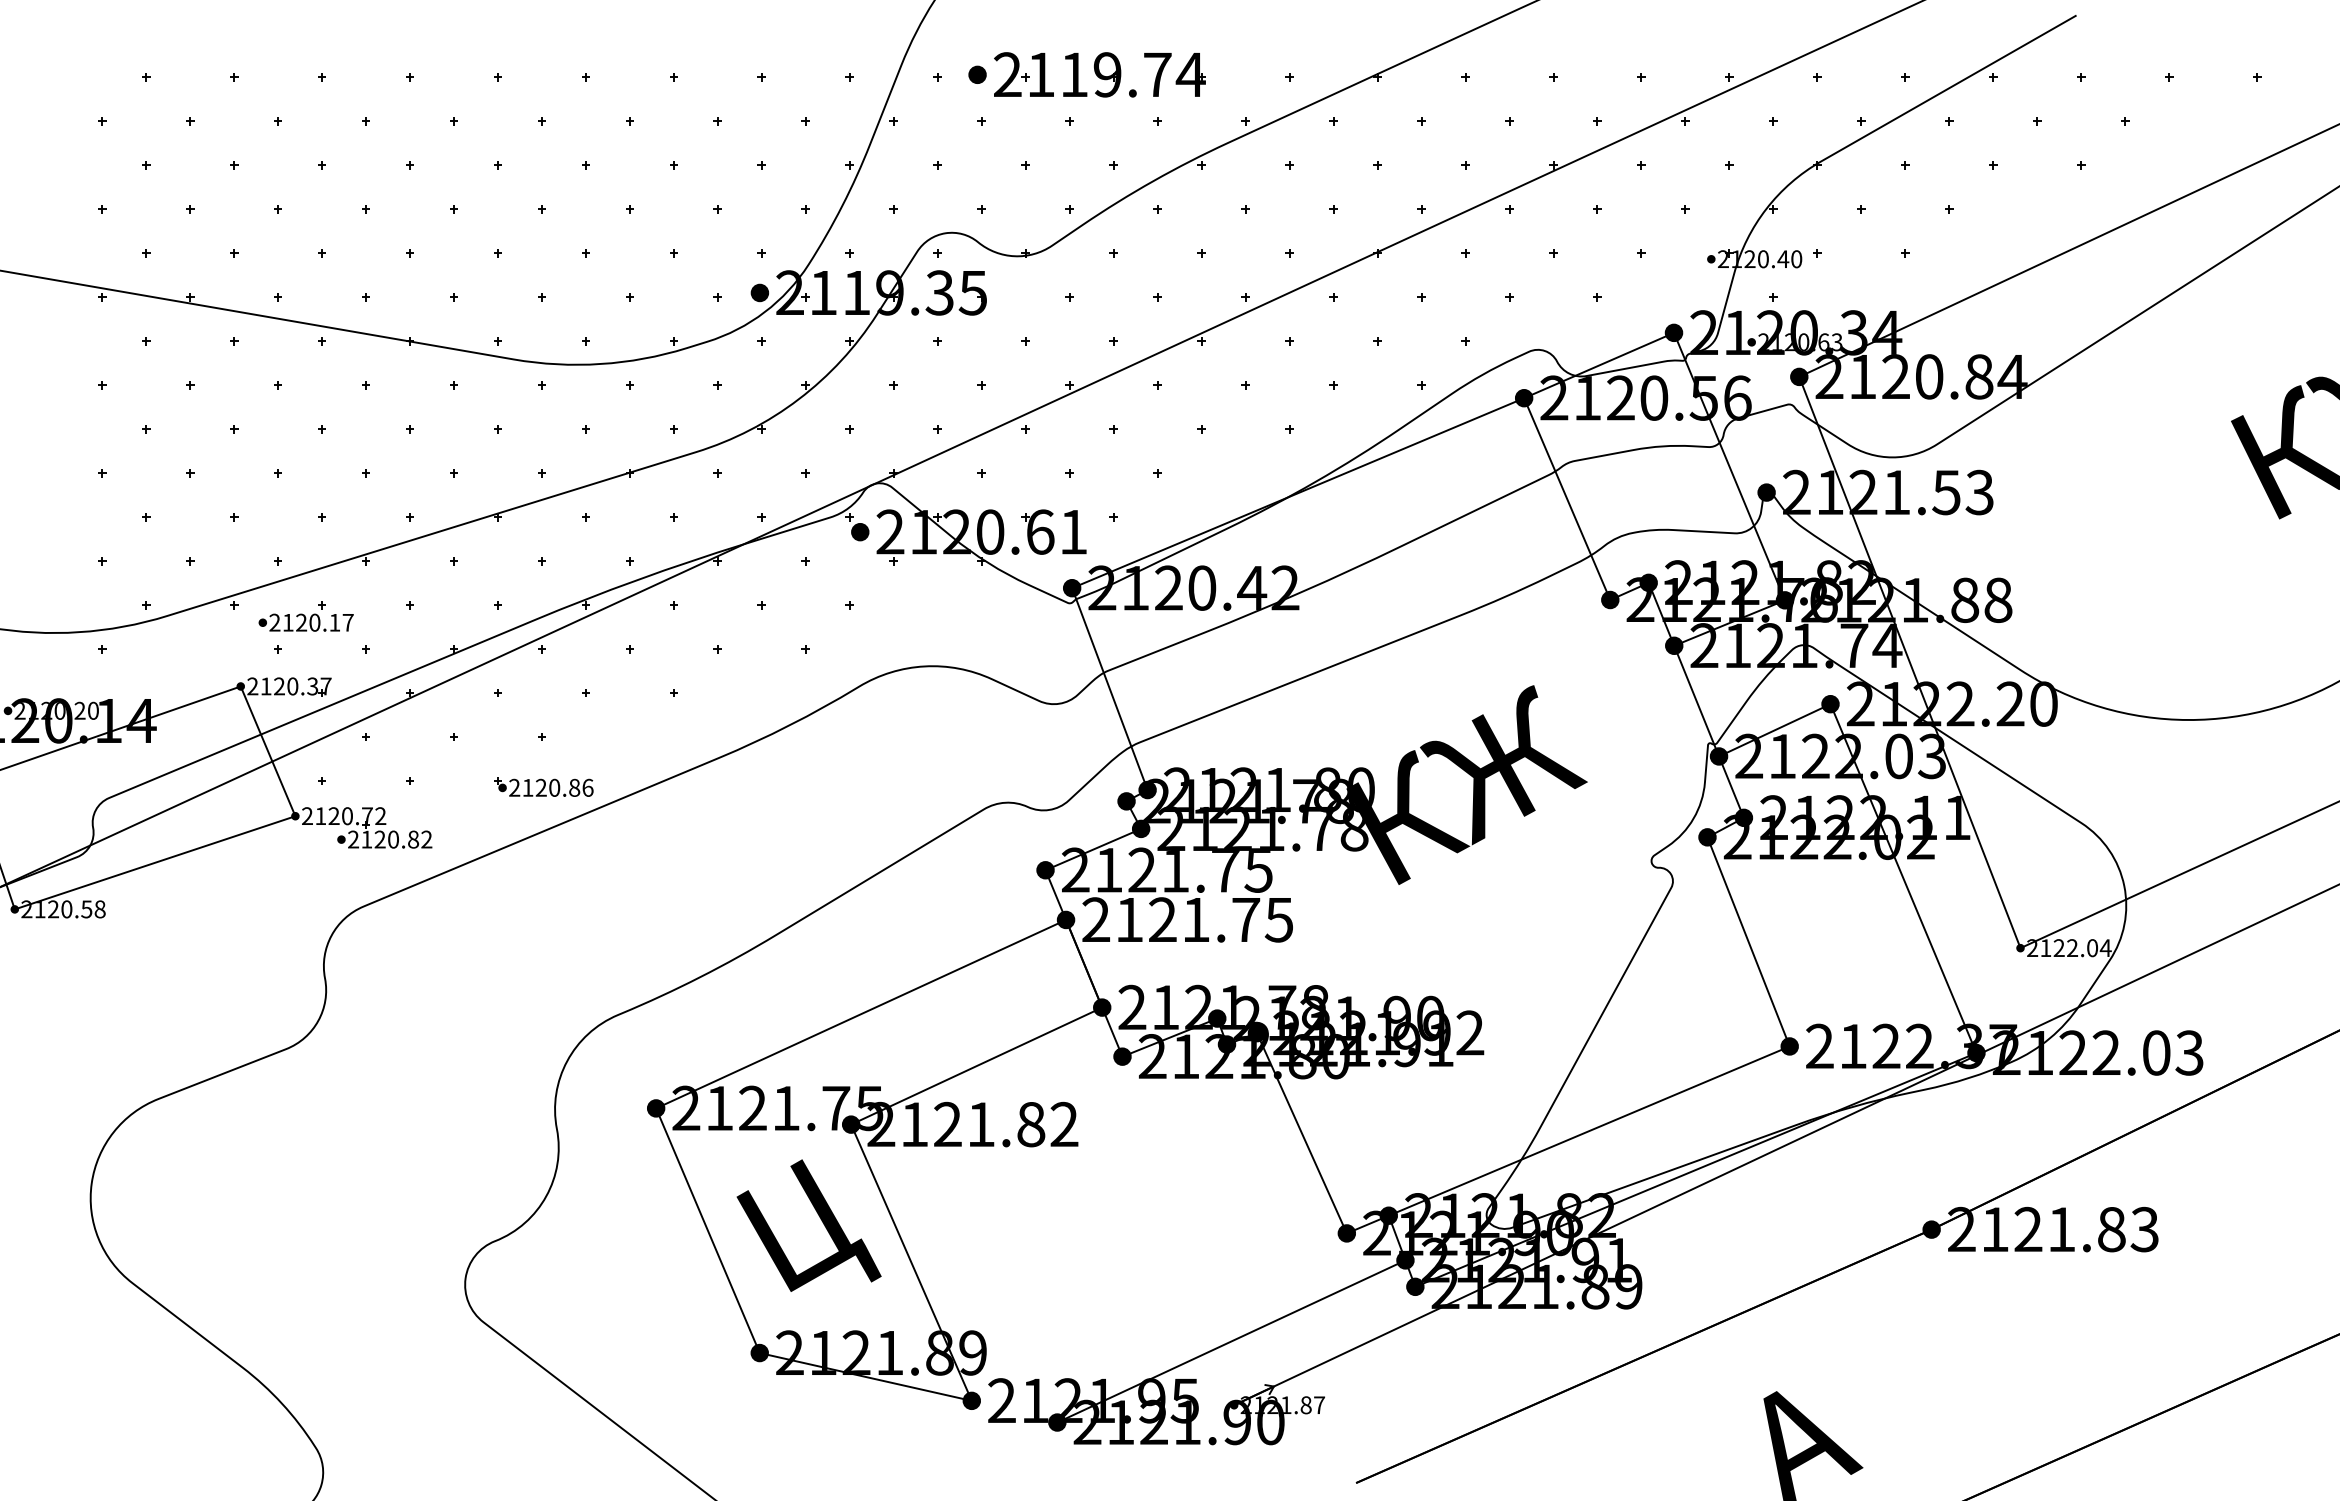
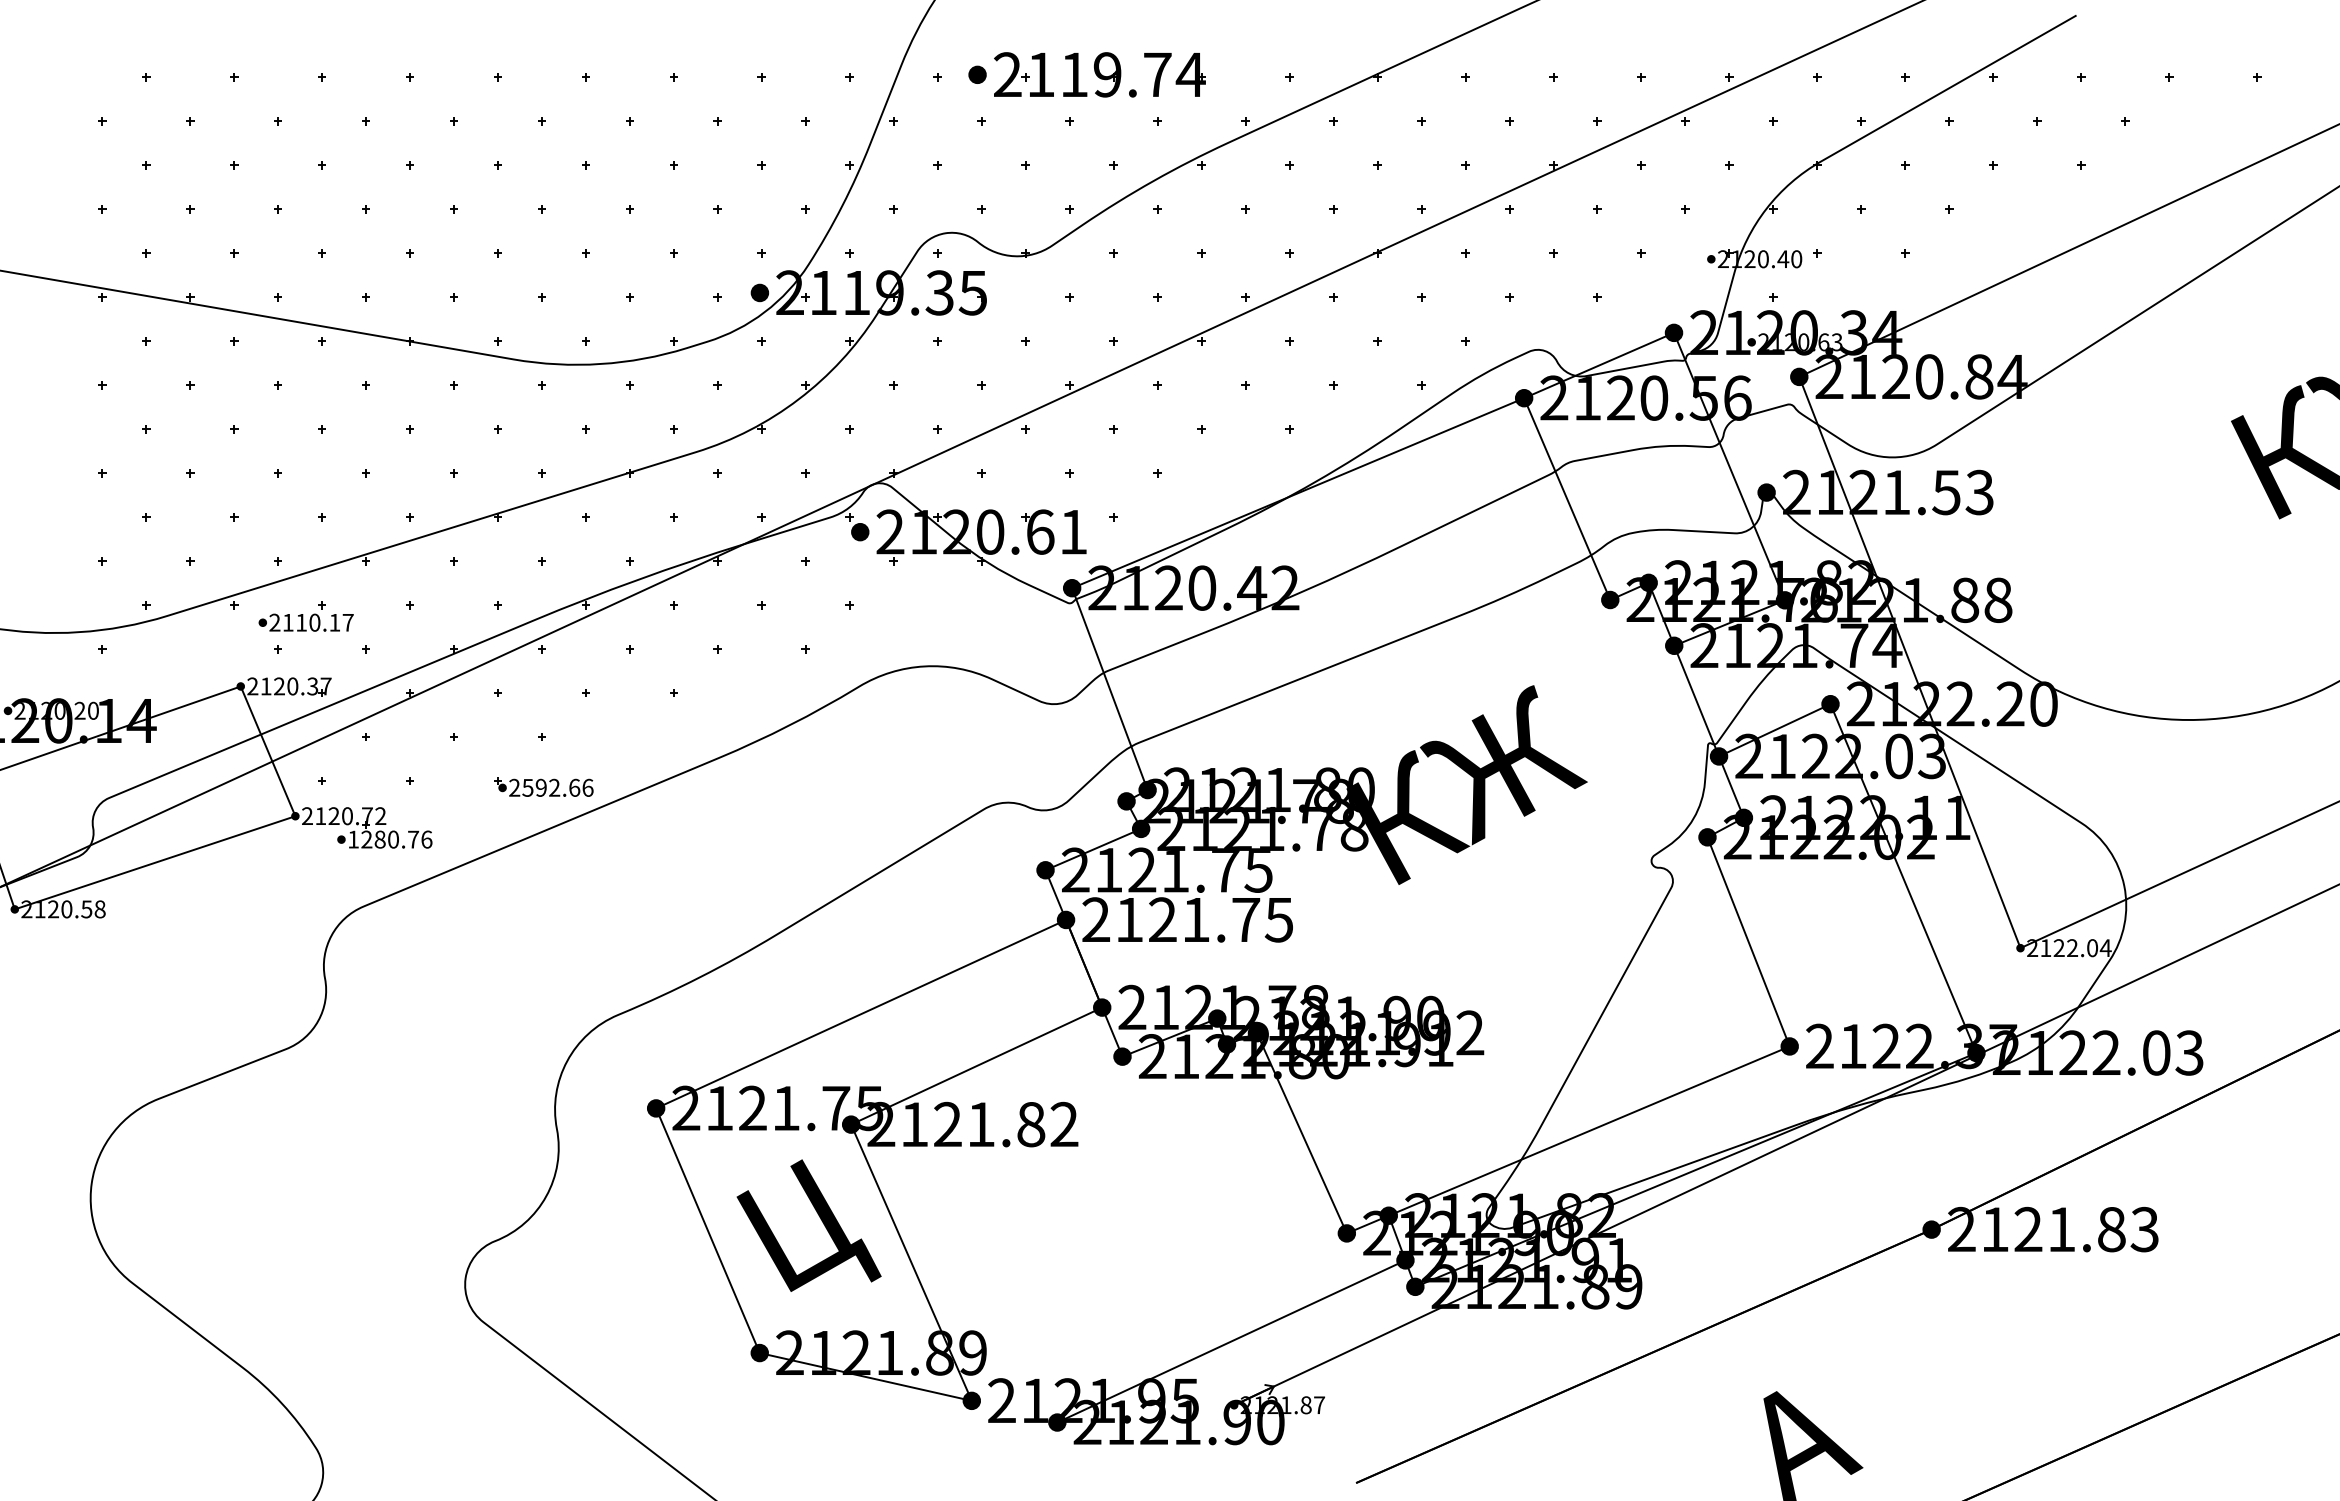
text at (301, 622): 2120.17 -> 2110.17
text at (551, 787): 2120.86 -> 2592.66
text at (390, 839): 2120.82 -> 1280.76
